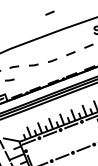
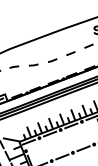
line at (49, 12): present -> none
line at (9, 79): present -> none
